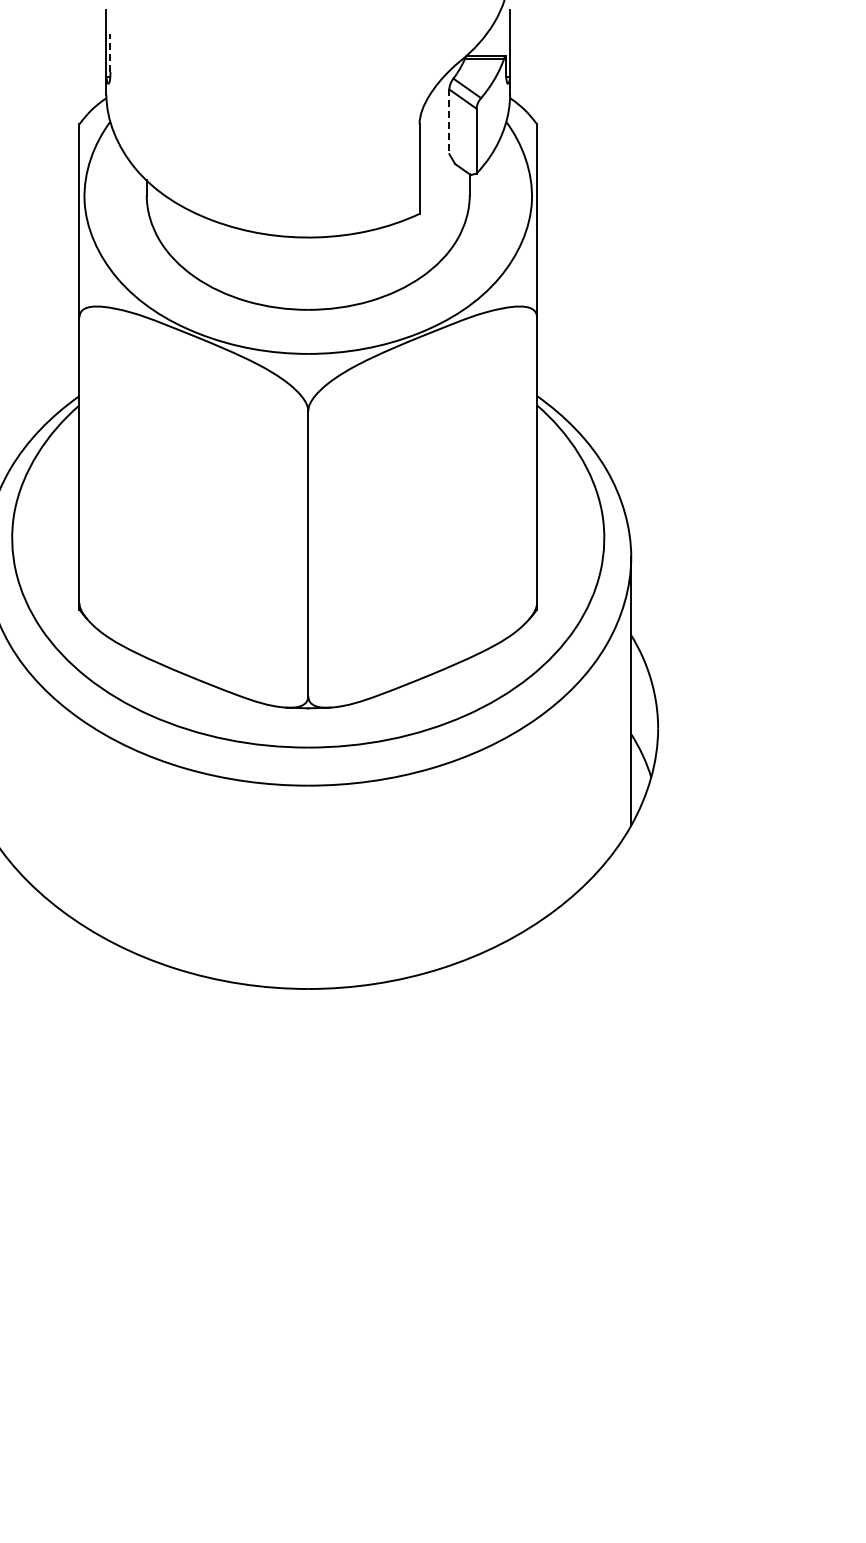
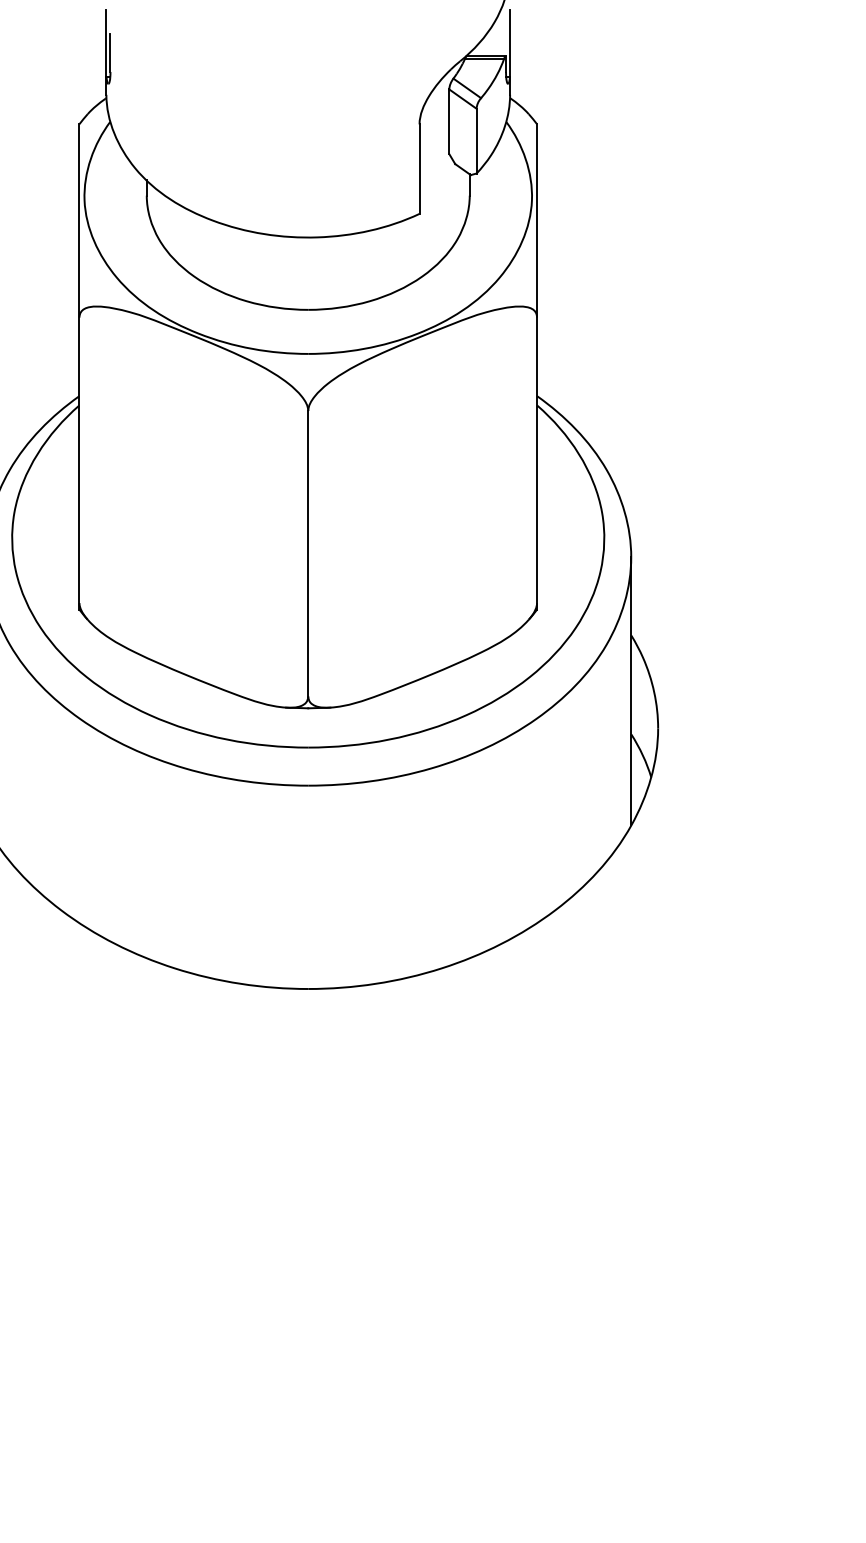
line at (110, 52): dashed -> solid
line at (449, 122): dashed -> solid
